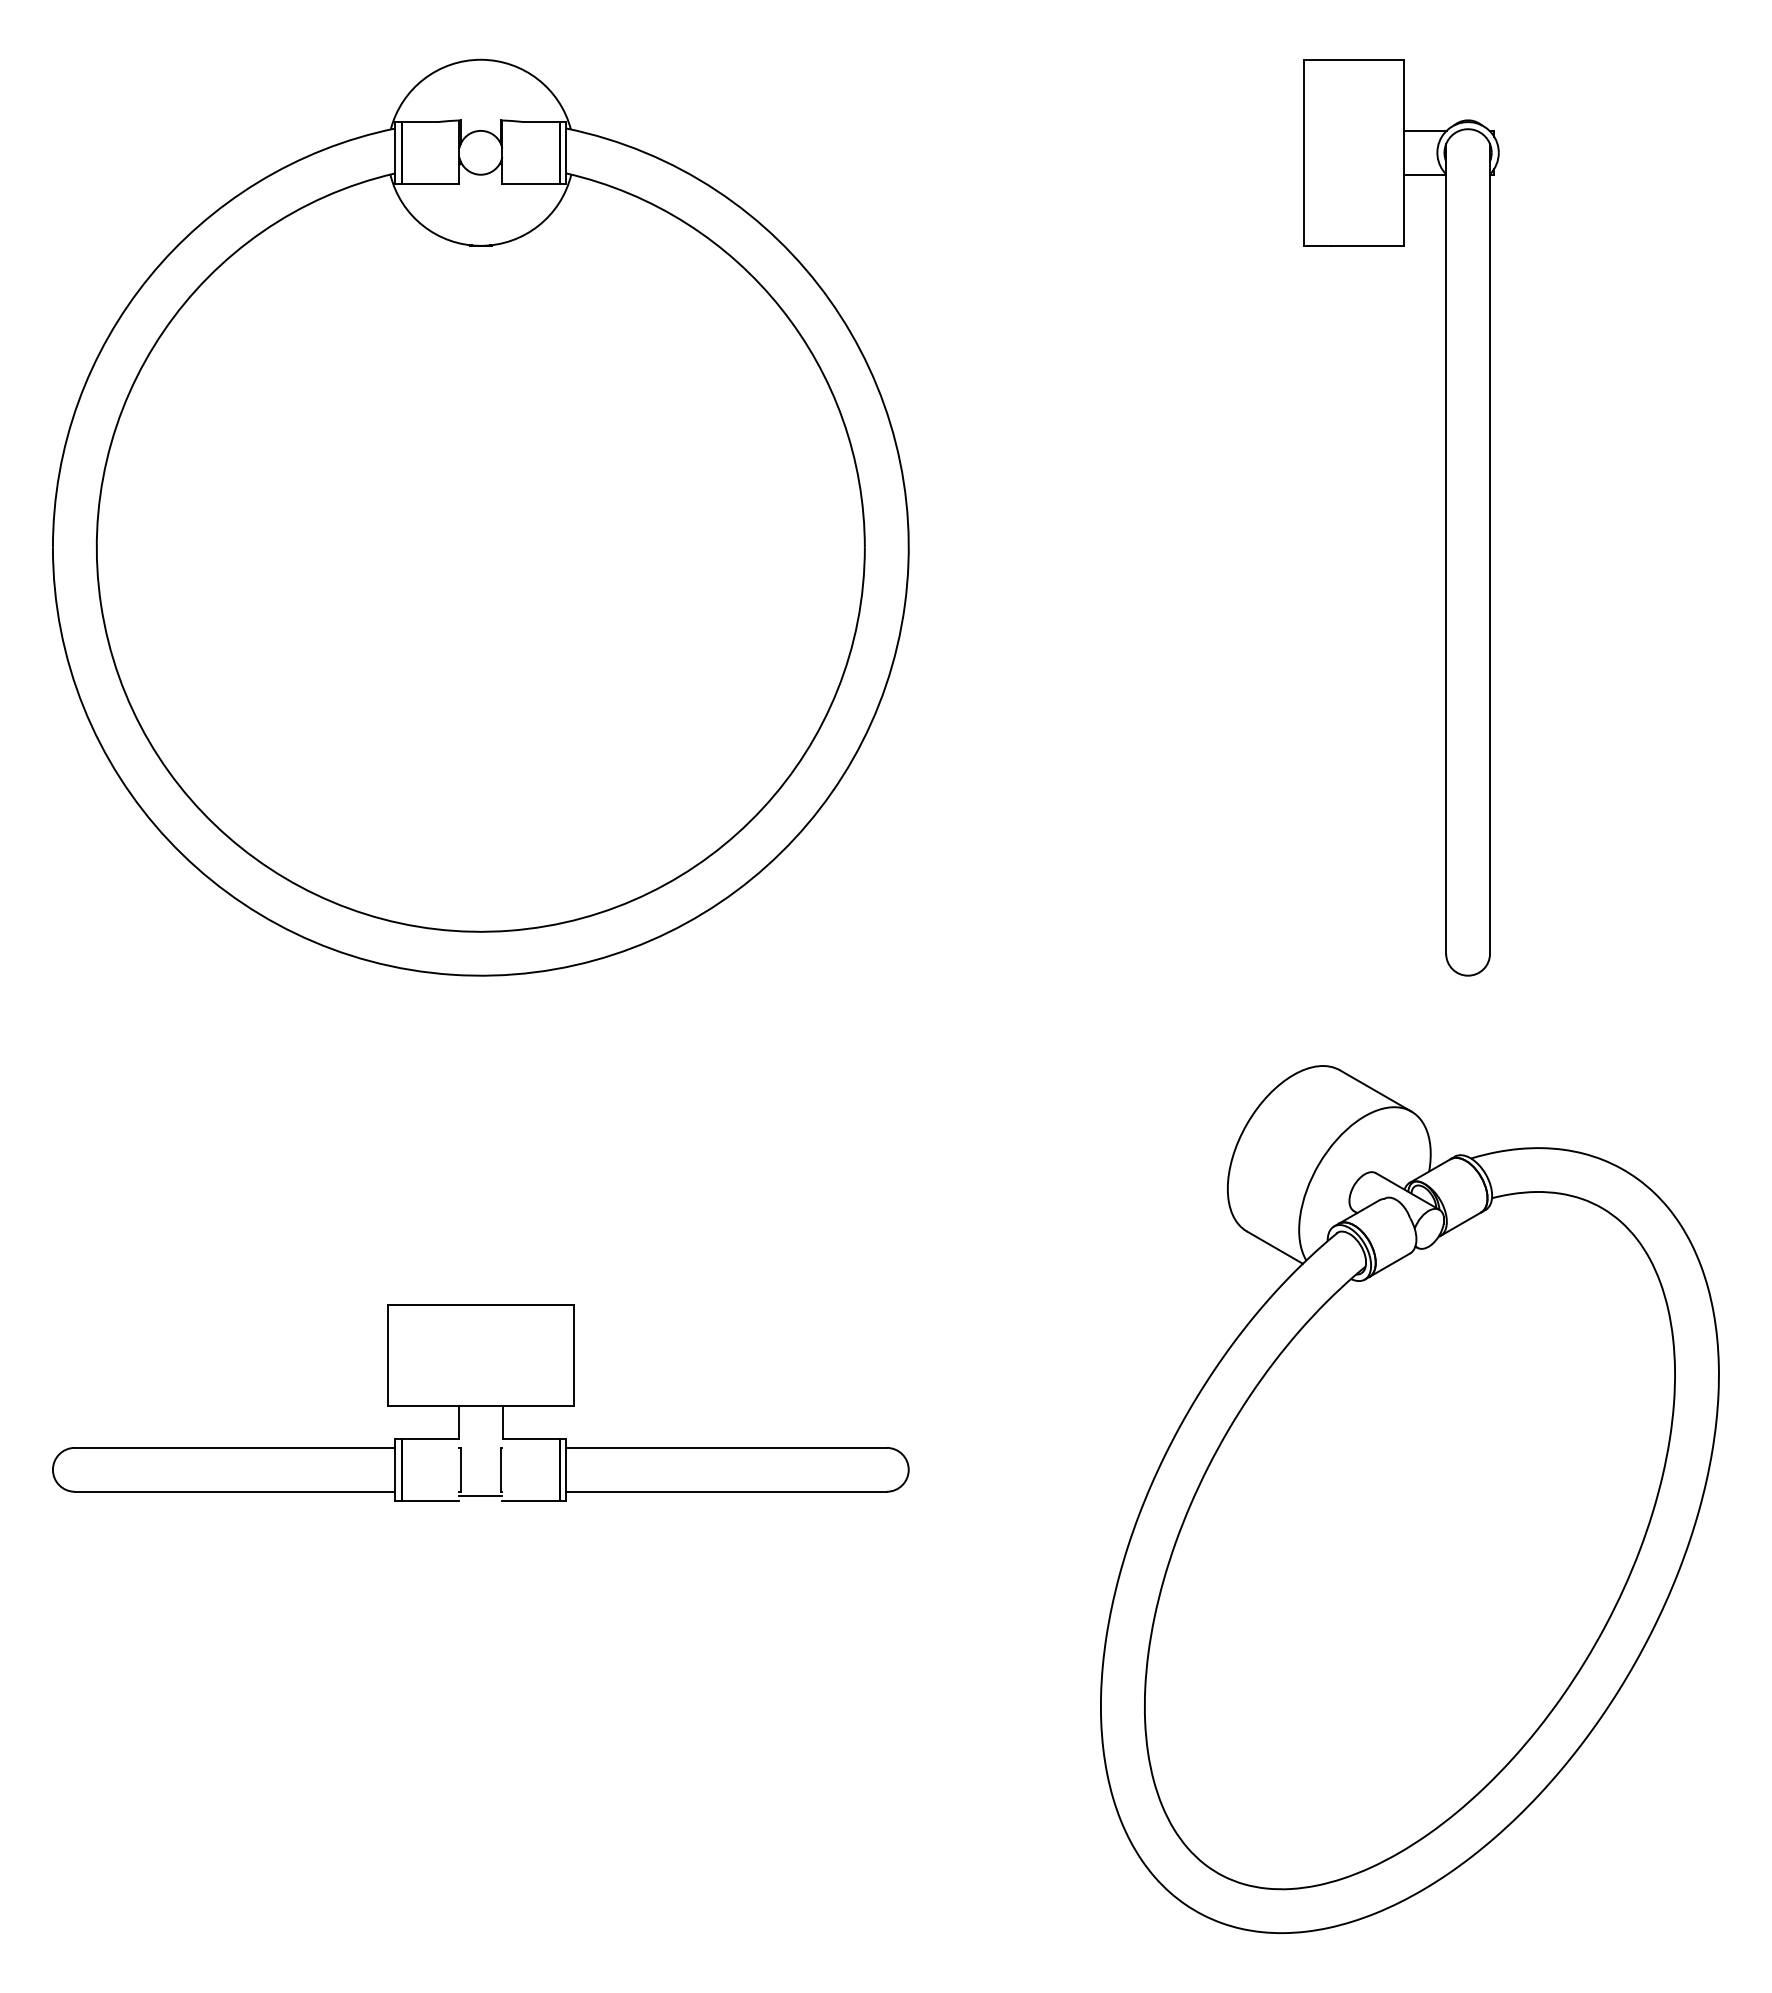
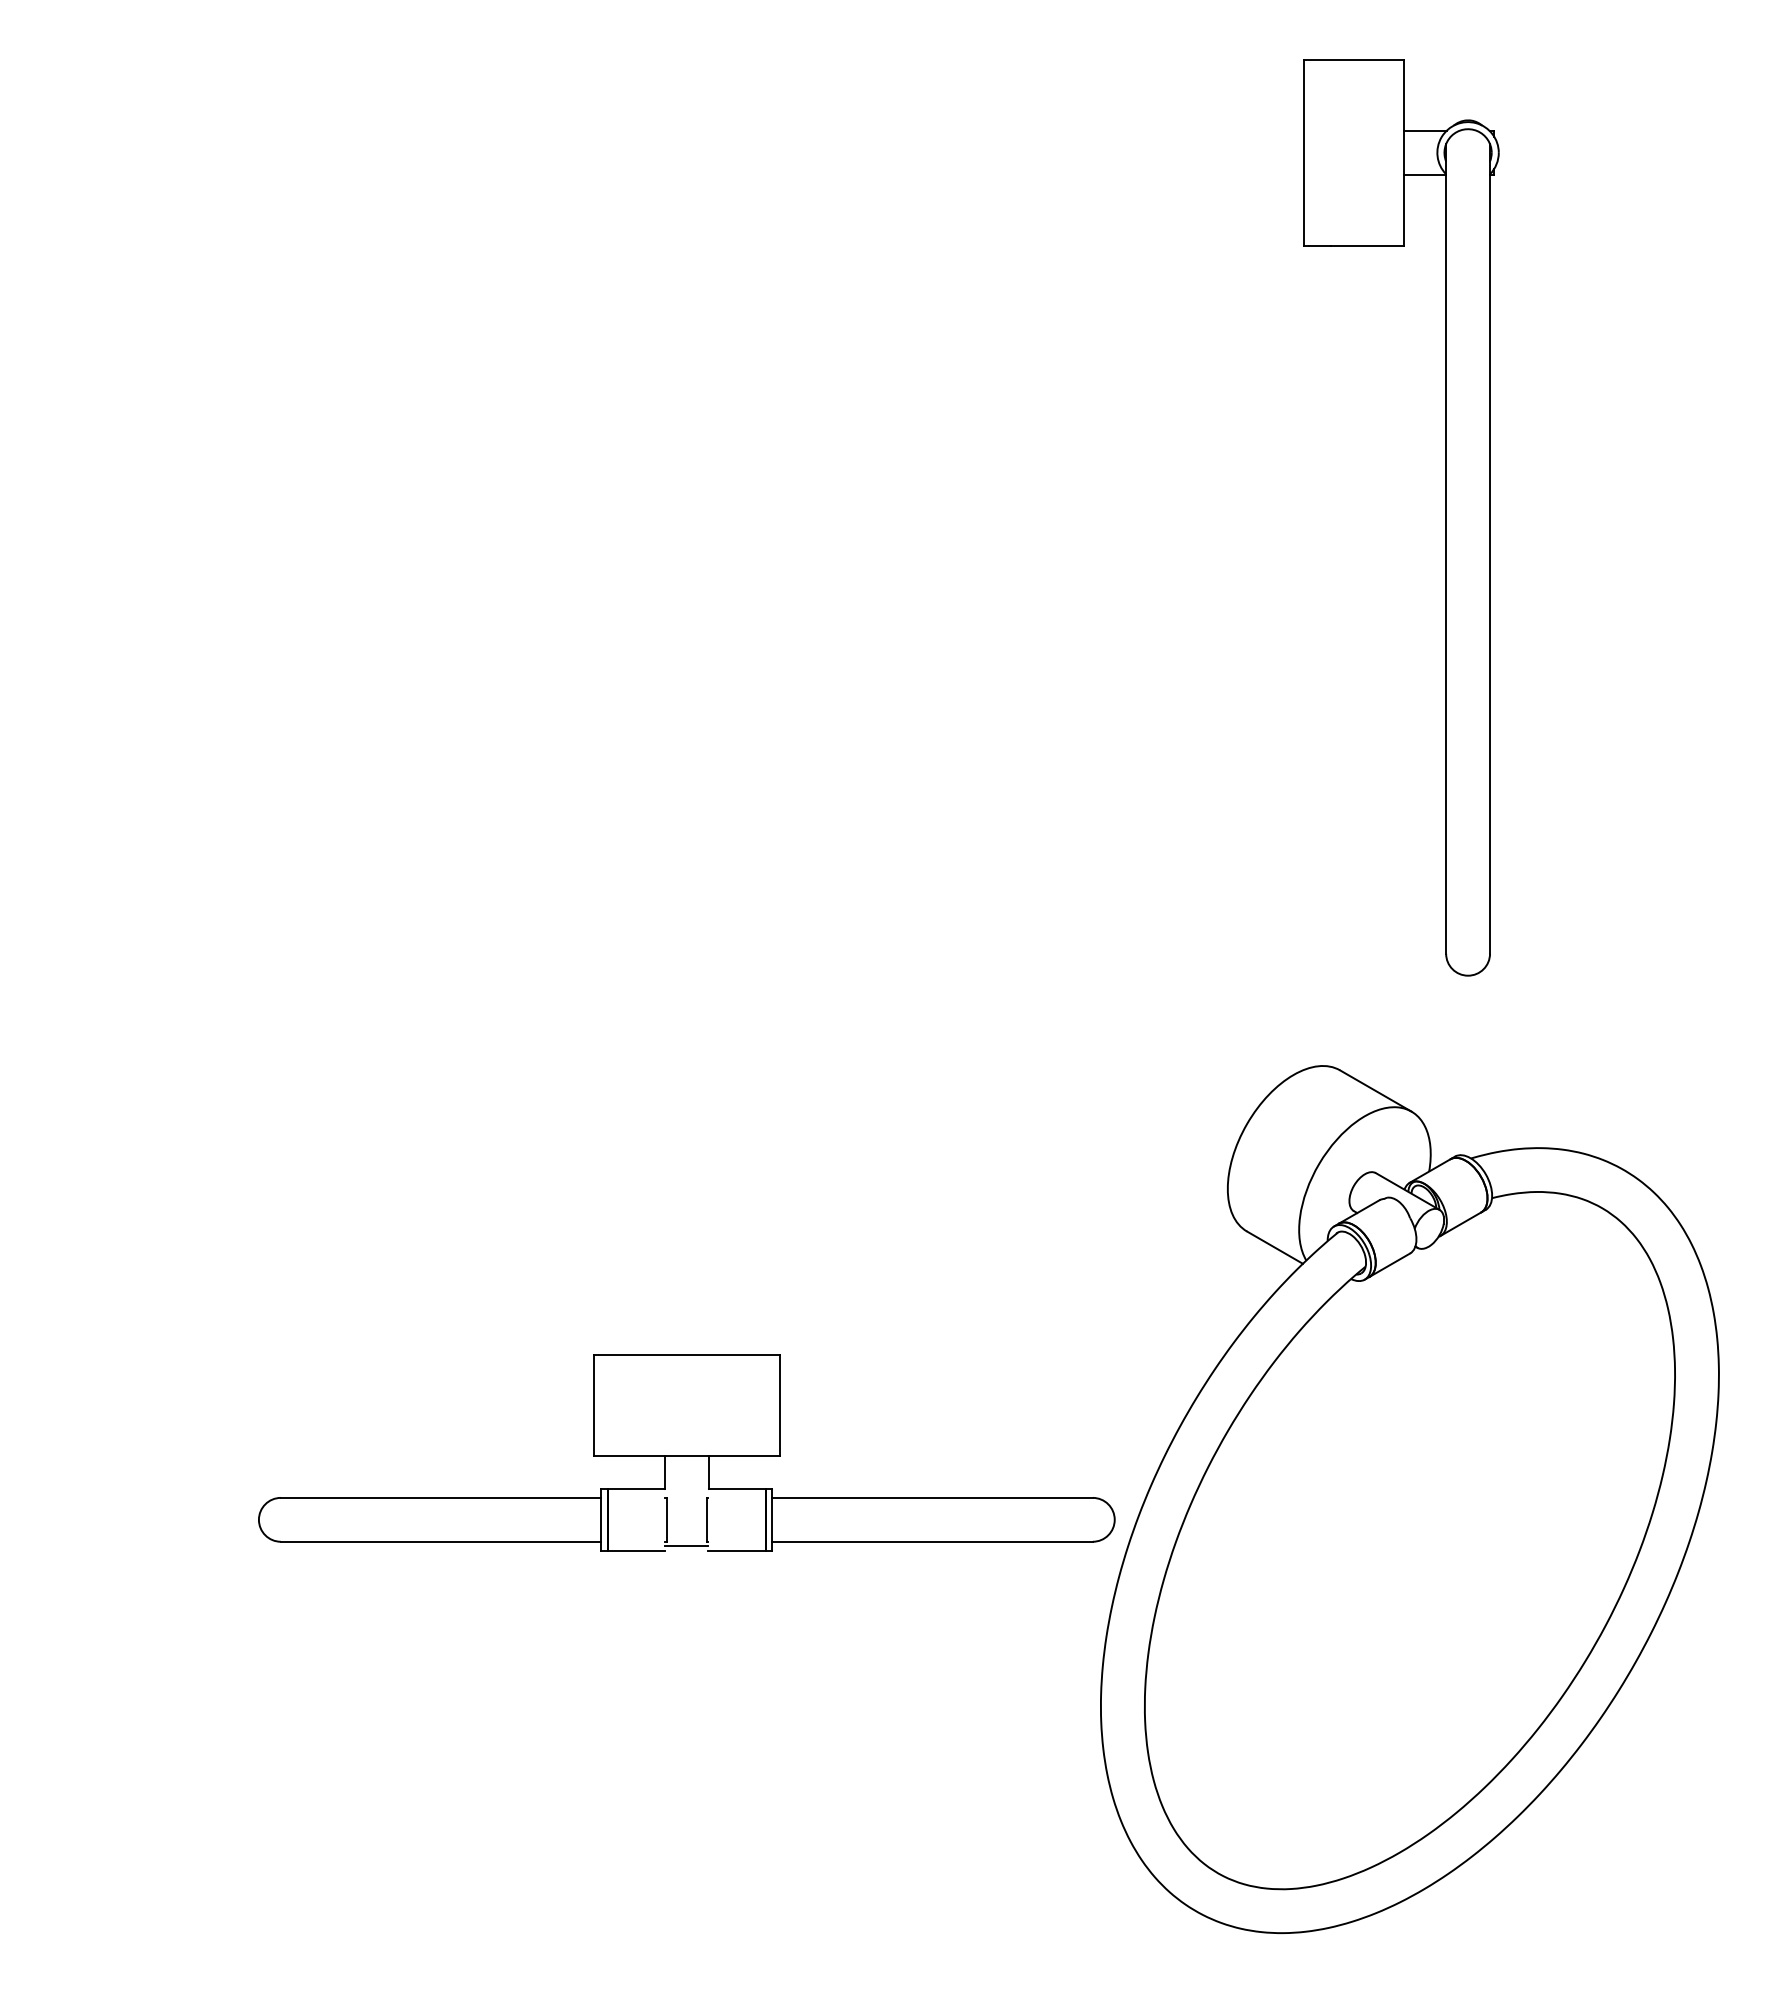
part at (480, 517): present -> none
part at (480, 1402) position: (480, 1402) -> (686, 1452)
